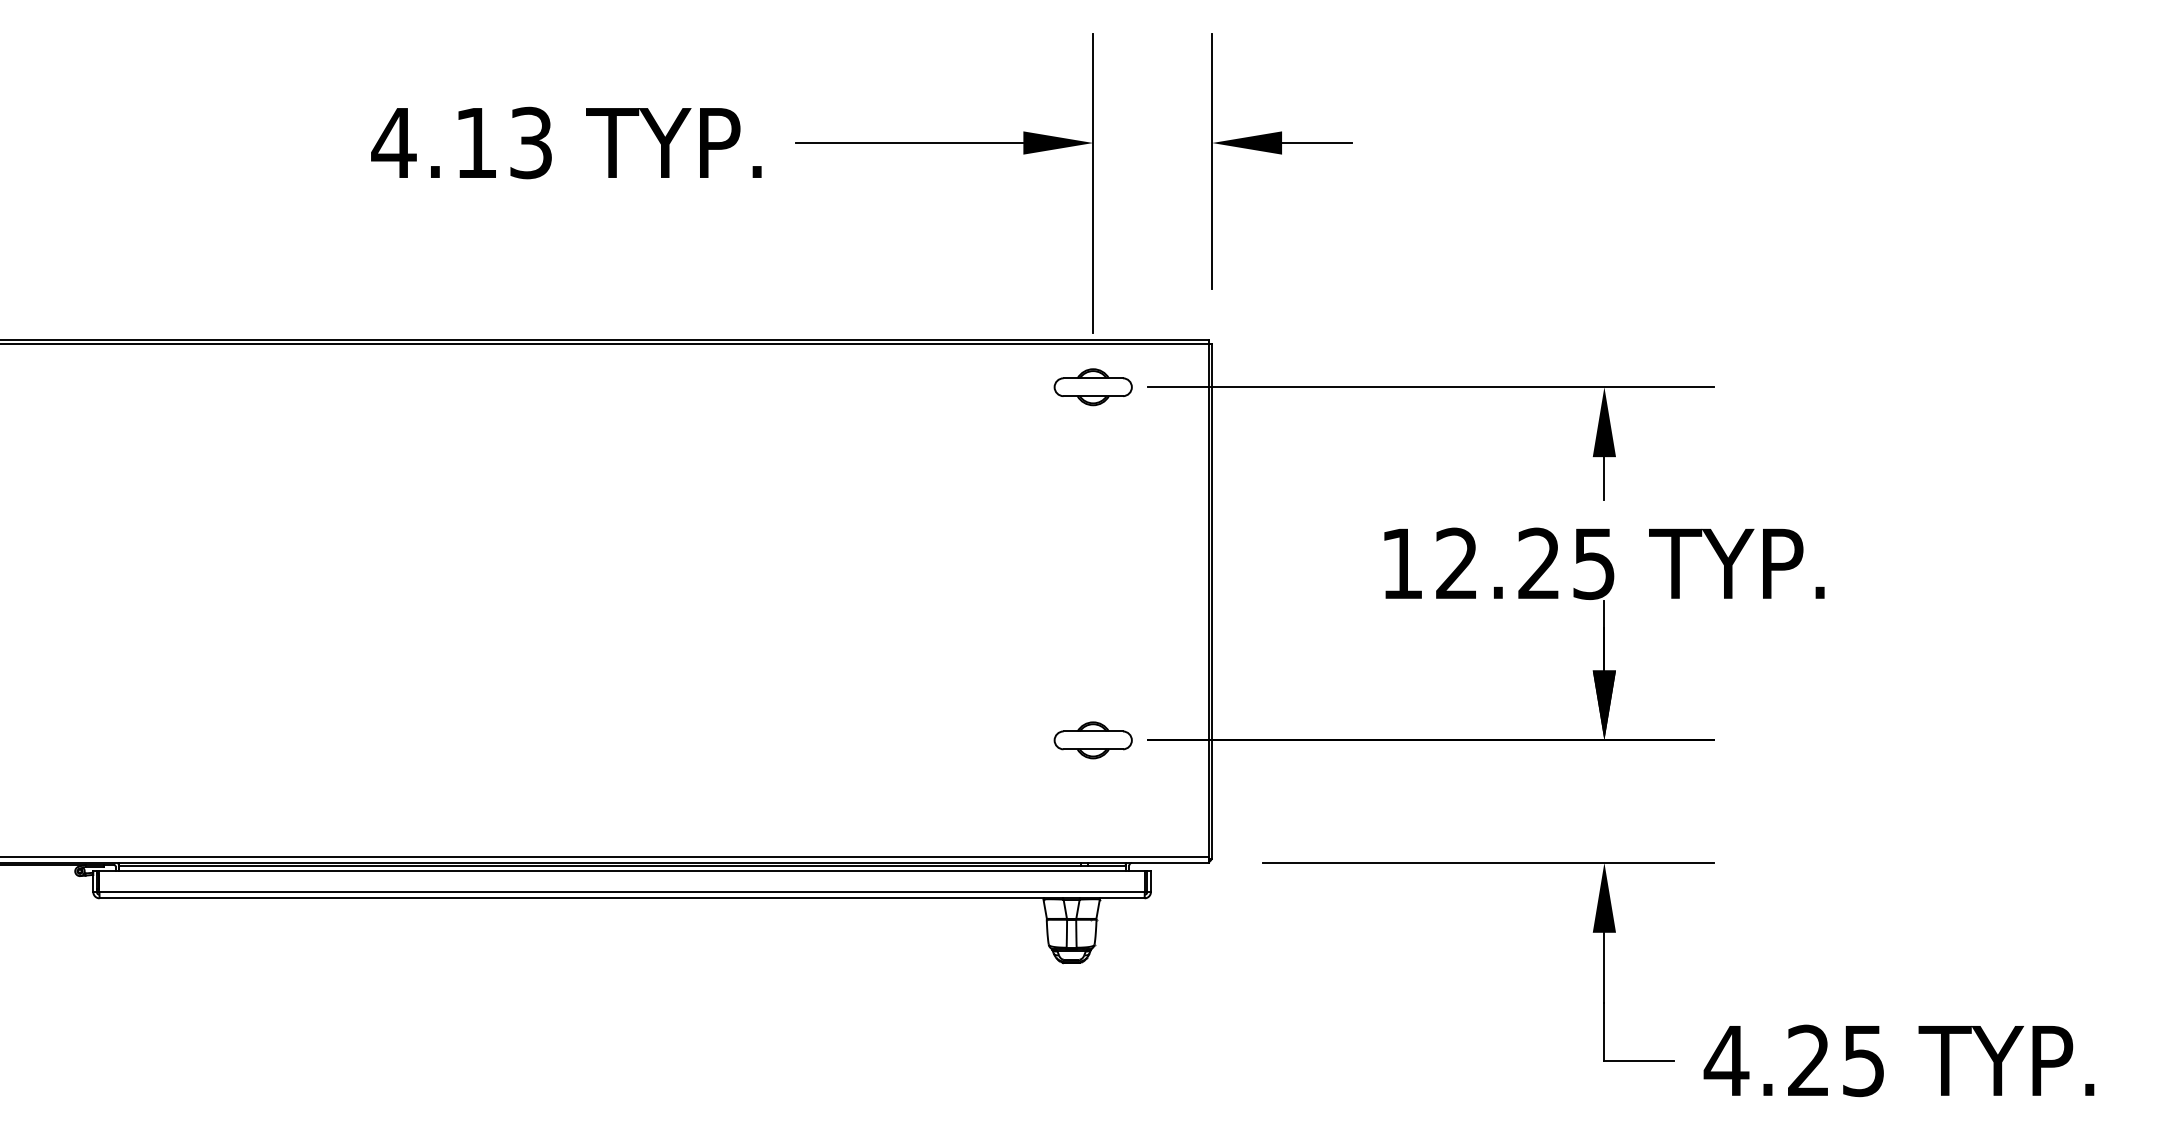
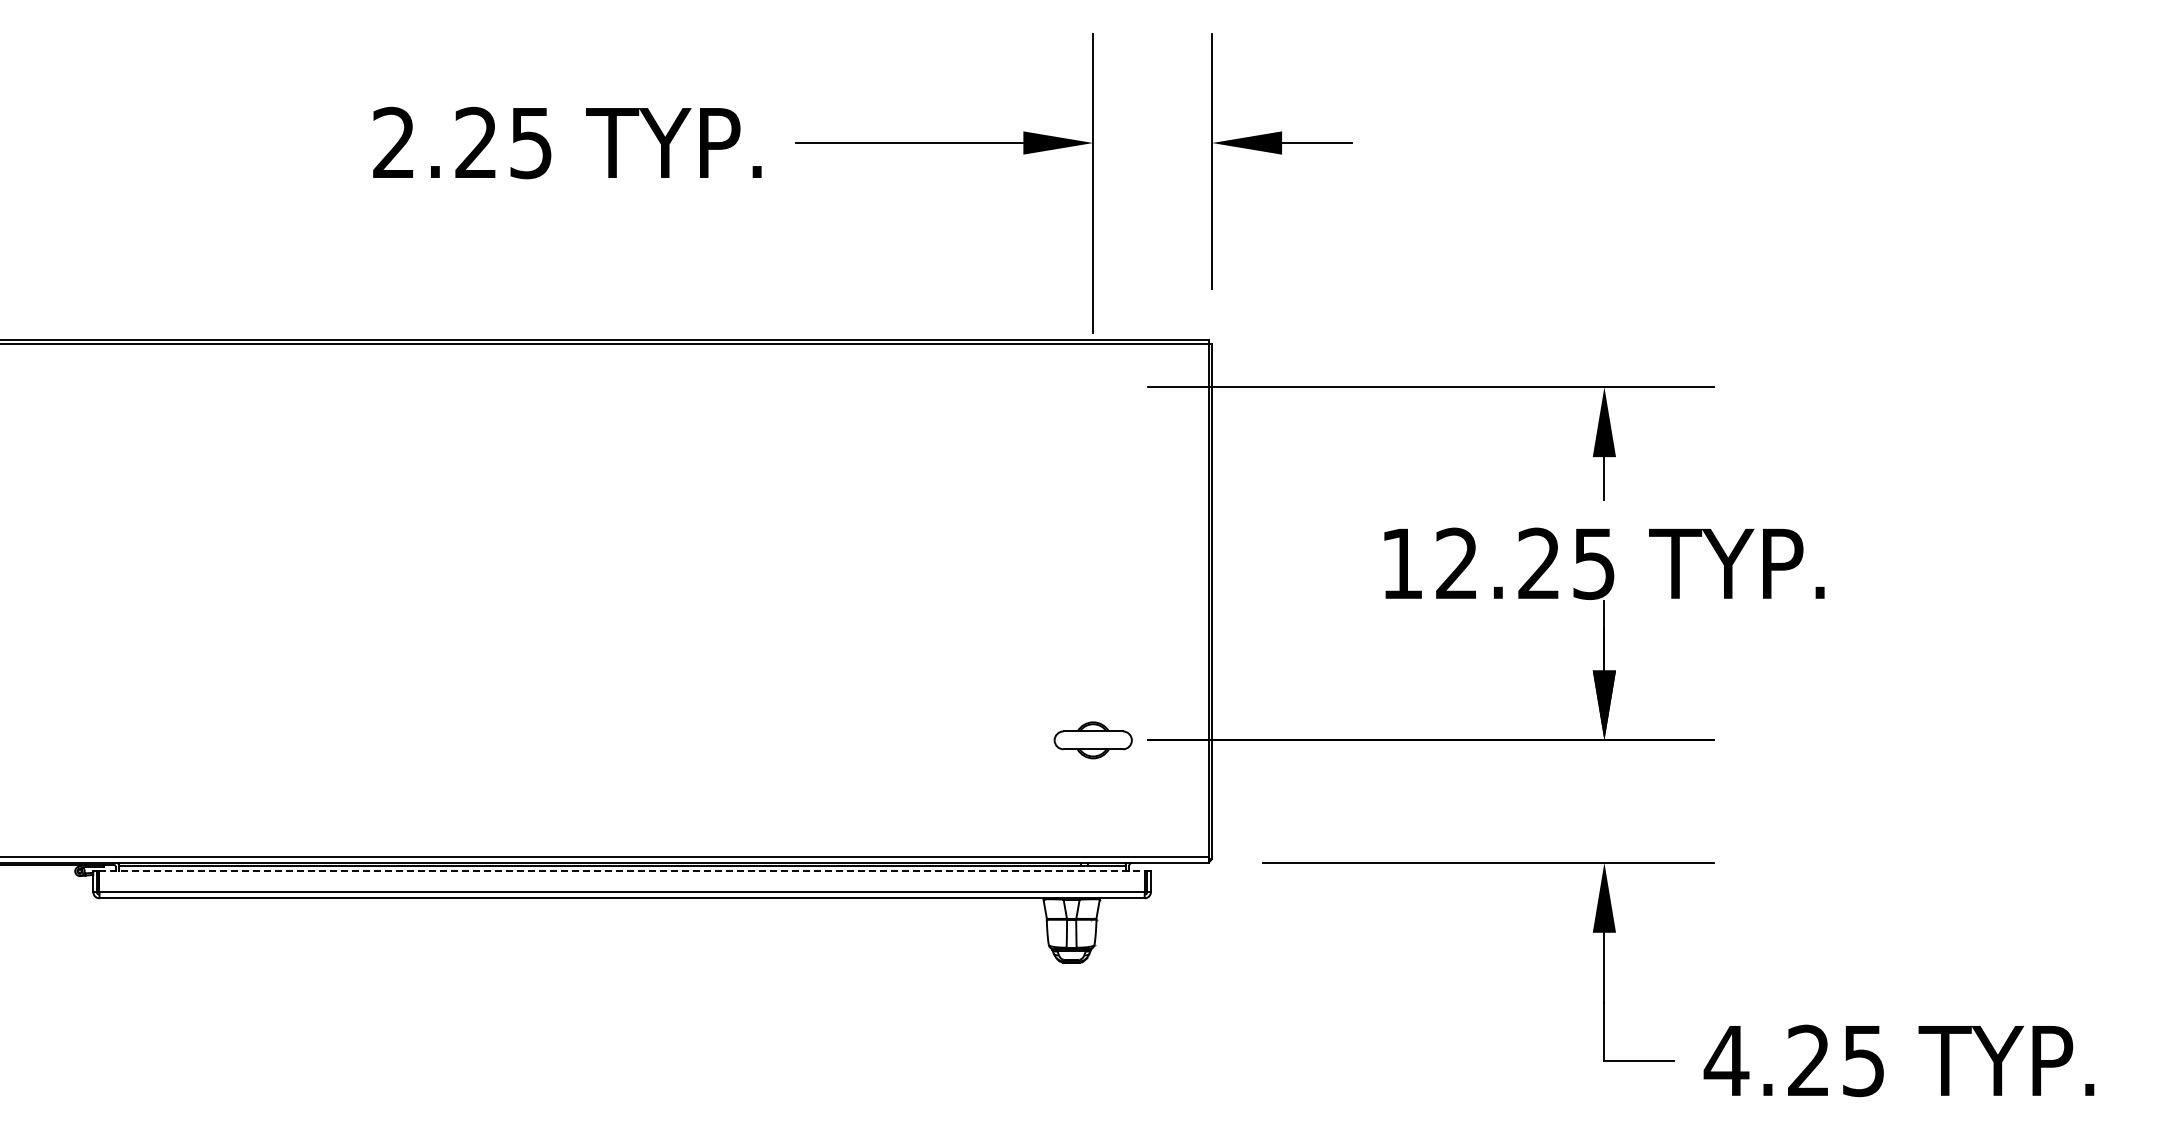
text at (461, 142): 4.13 -> 2.25
part at (1092, 387): present -> none
line at (622, 871): solid -> dashed
